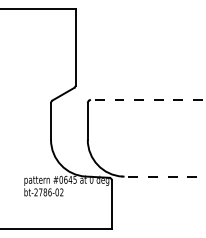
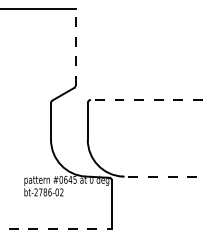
line at (75, 47): solid -> dashed
line at (56, 229): solid -> dashed
